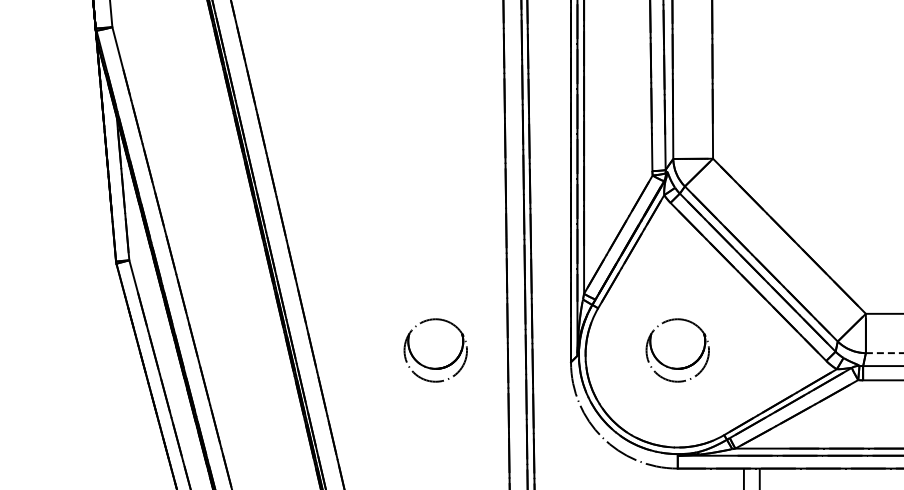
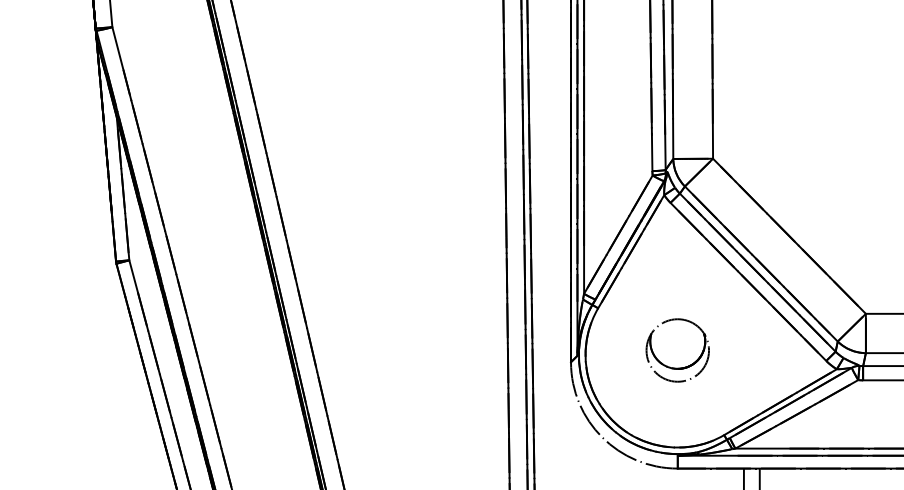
line at (884, 353): dashed -> solid
part at (435, 367): present -> none
